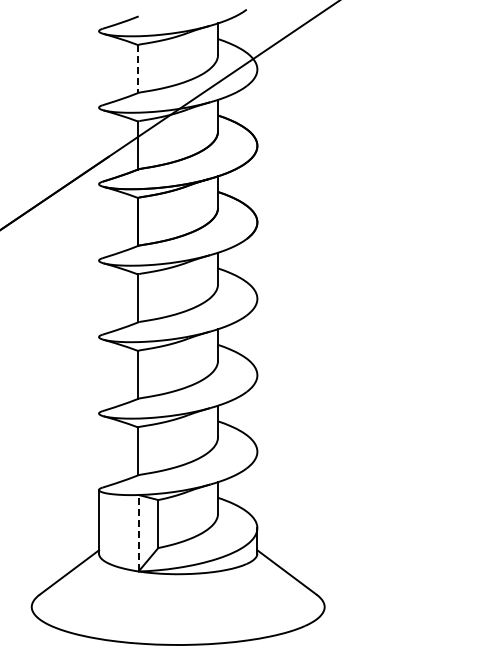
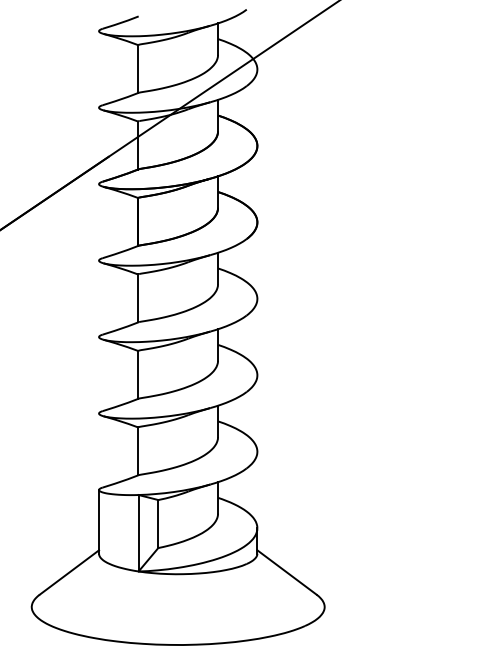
line at (138, 69): dashed -> solid
line at (138, 532): dashed -> solid
